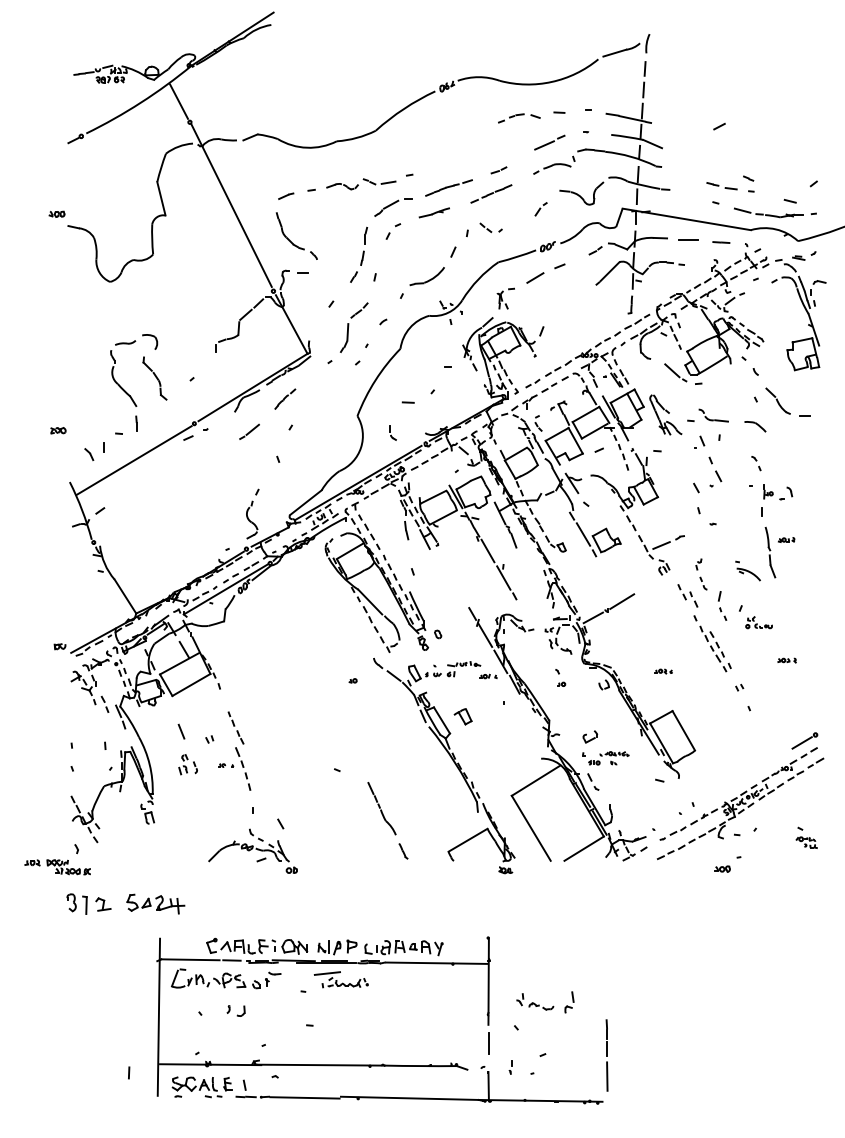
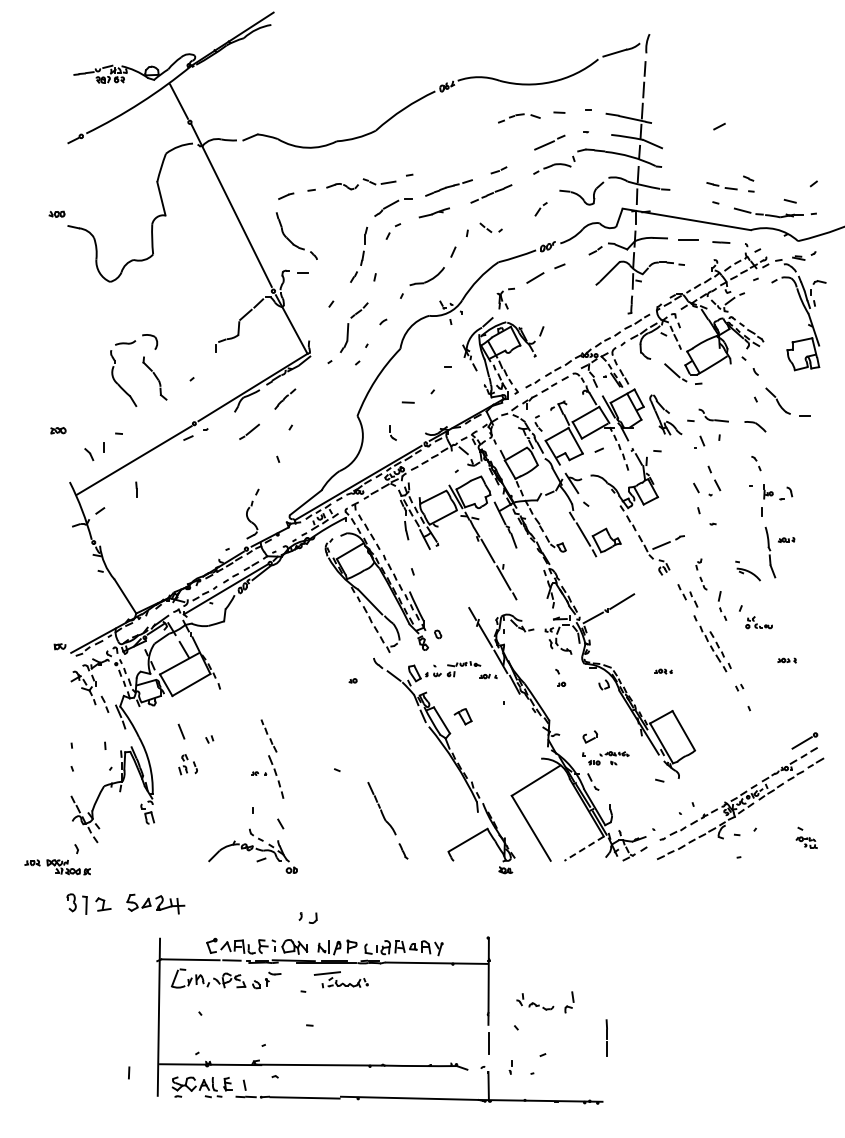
line at (136, 423) position: (136, 423) -> (136, 489)
part at (715, 471) position: (715, 471) -> (714, 480)
part at (234, 750) position: (234, 750) -> (267, 758)
line at (583, 848): solid -> dashed
part at (722, 868): present -> none
part at (235, 1010) position: (235, 1010) -> (307, 917)
line at (607, 1076): present -> none
